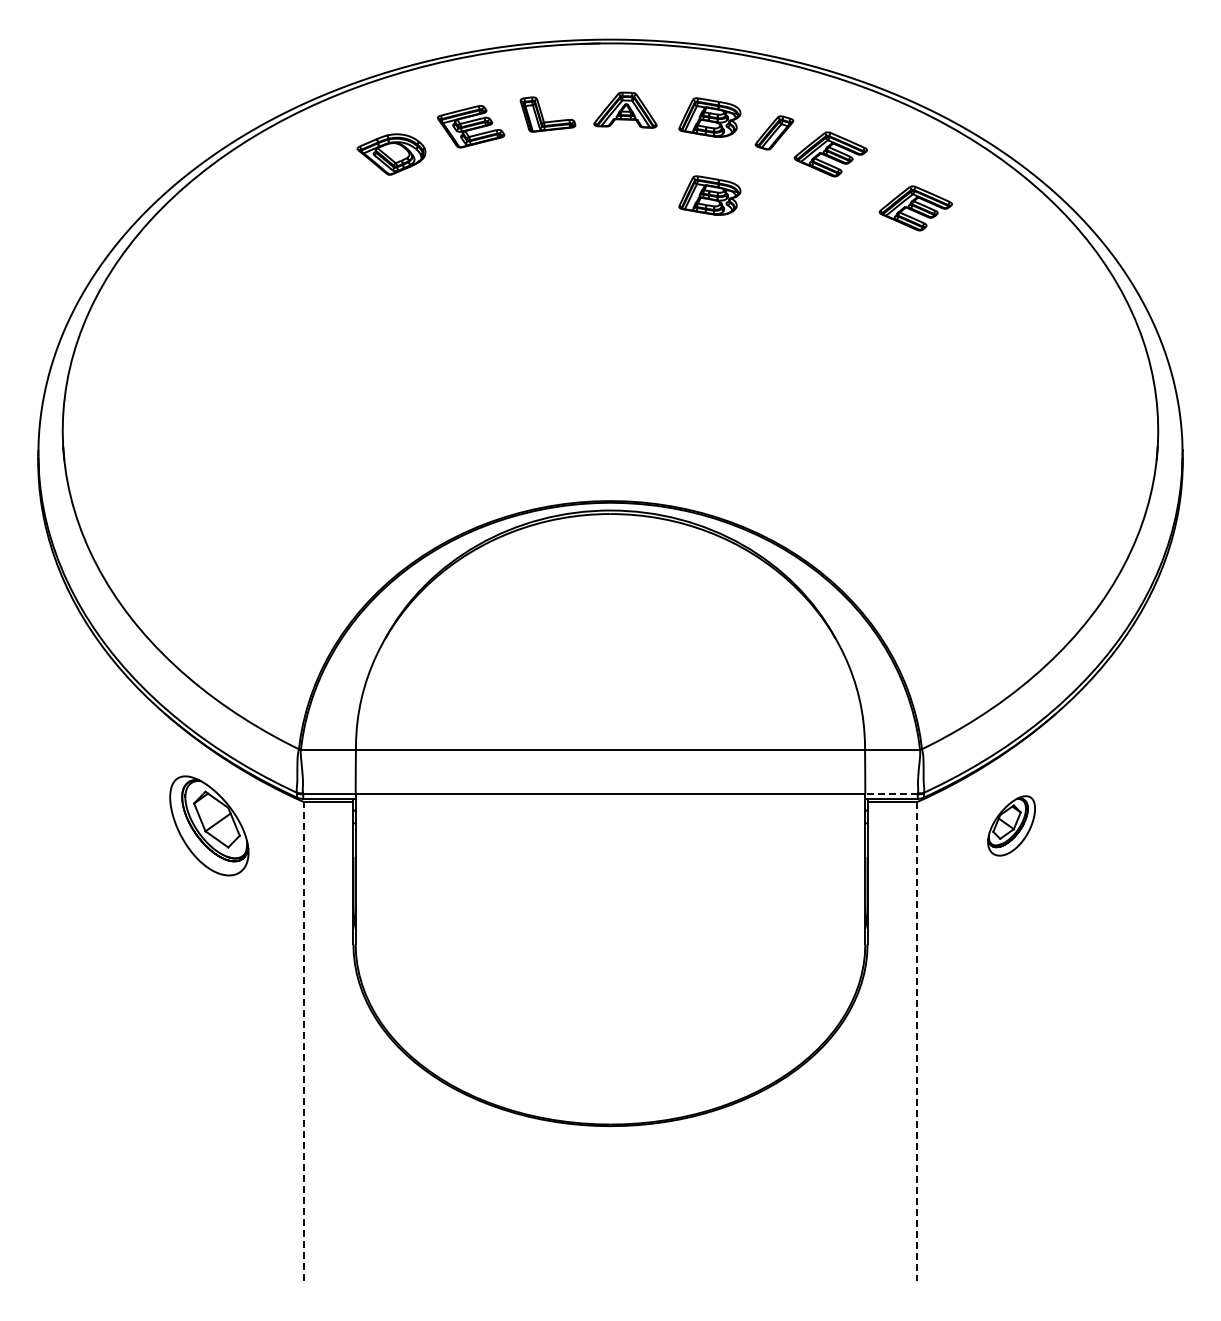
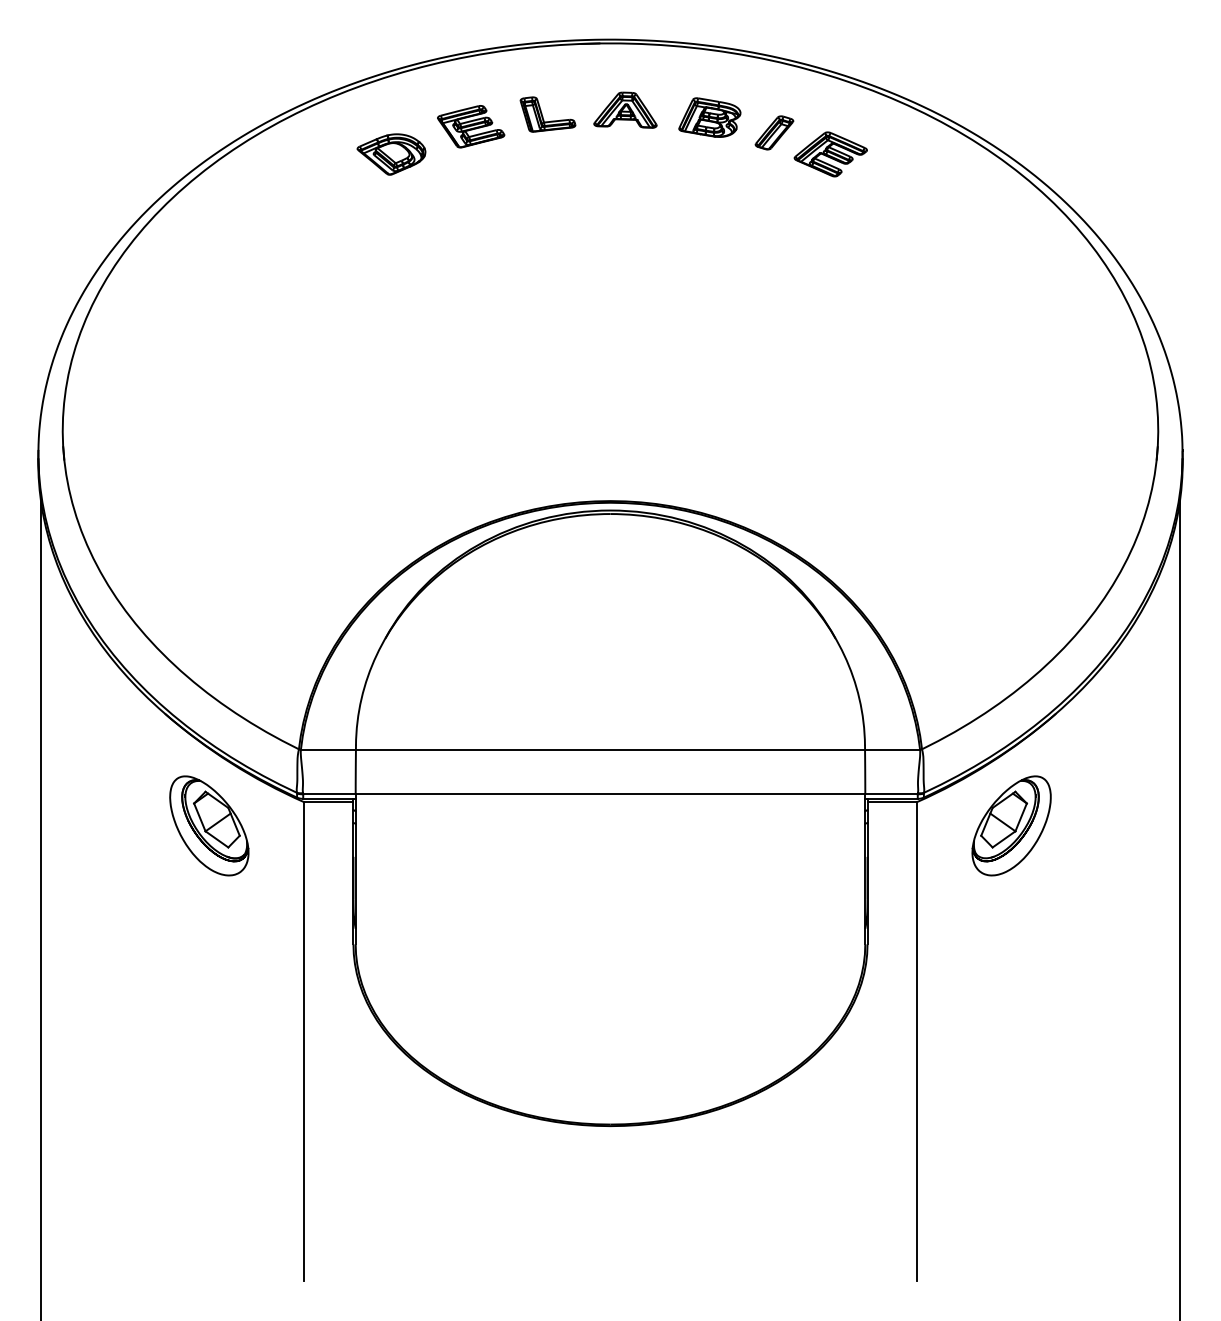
part at (709, 195): present -> none
part at (915, 208): present -> none
line at (890, 794): dashed -> solid
part at (1011, 825) size: 49x62 px -> 81x102 px
line at (40, 907): none -> present
line at (1180, 907): none -> present
line at (304, 1041): dashed -> solid
line at (916, 1041): dashed -> solid
